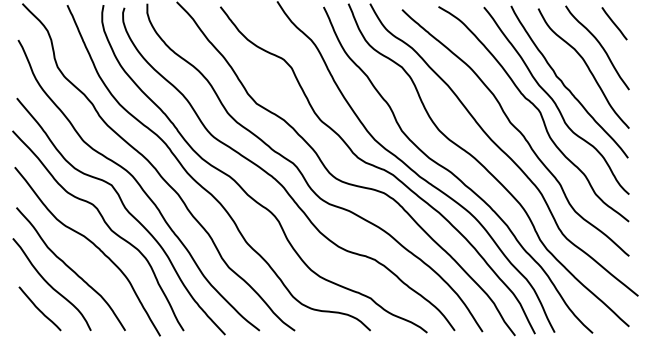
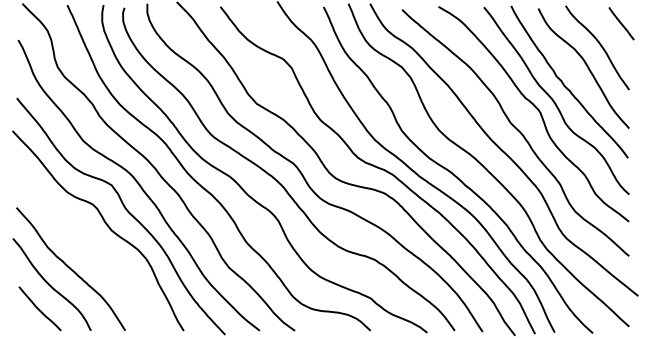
line at (614, 23) position: (614, 23) -> (621, 23)
curve at (93, 245): present -> none
